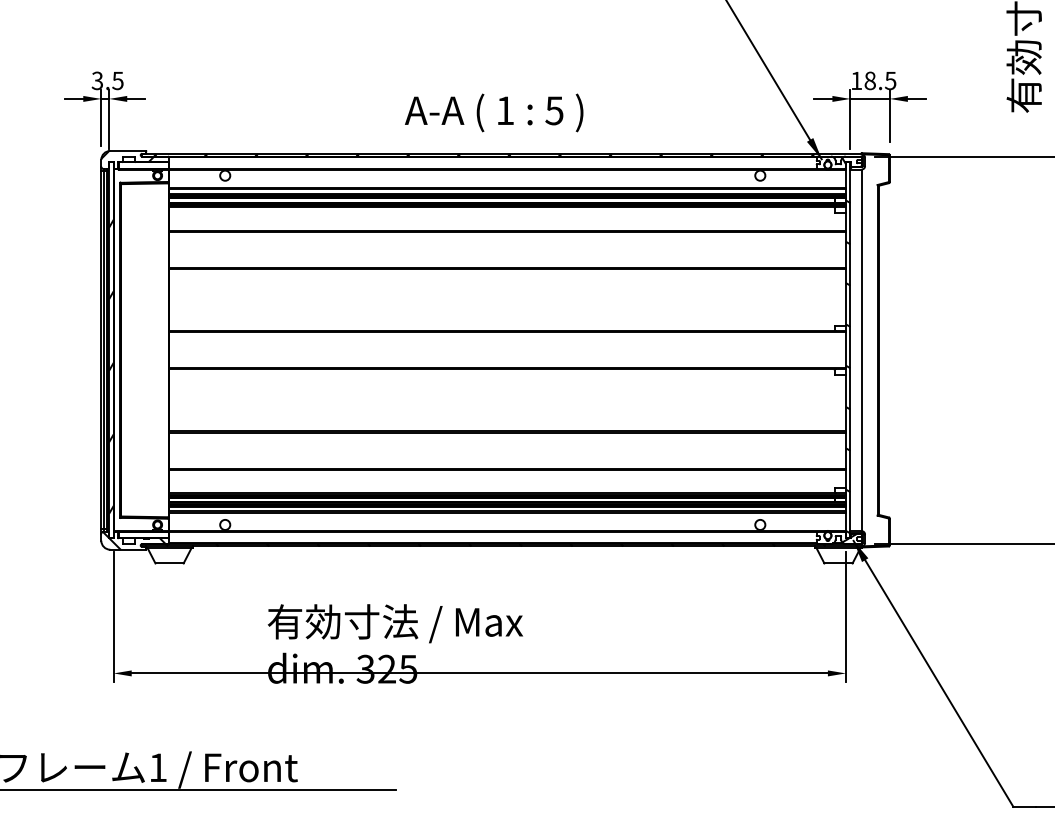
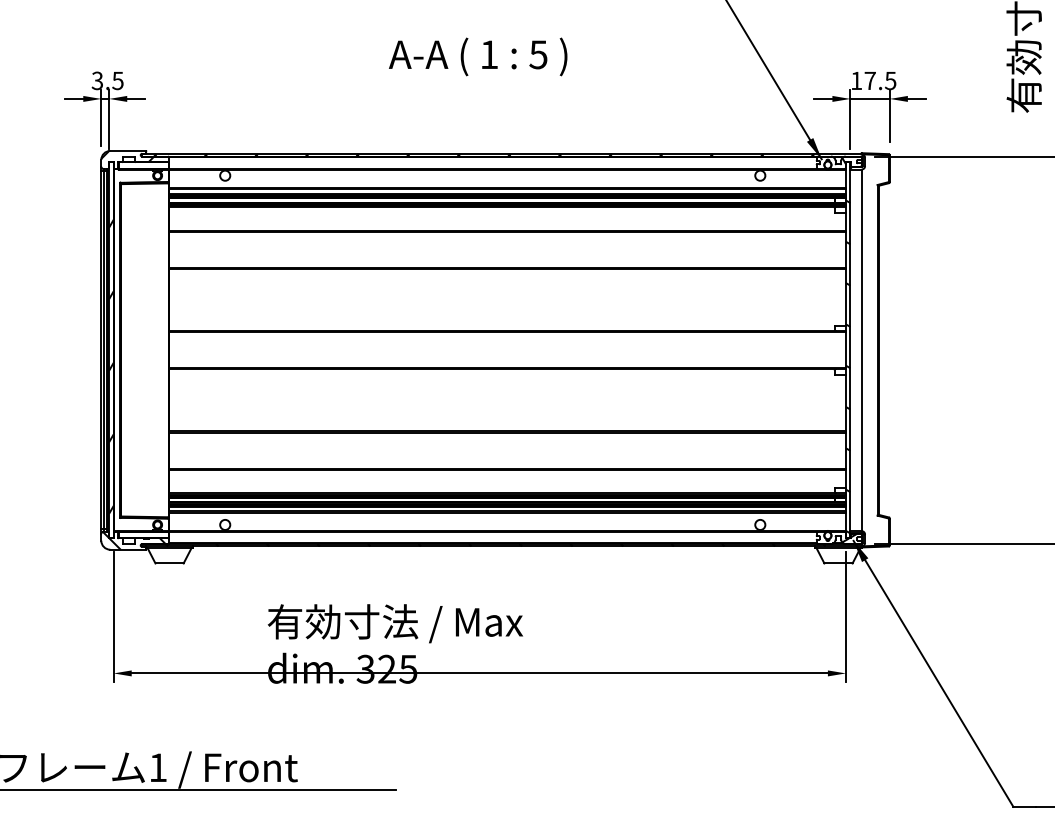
text at (869, 80): 18.5 -> 17.5
text at (494, 112) position: (494, 112) -> (478, 56)
